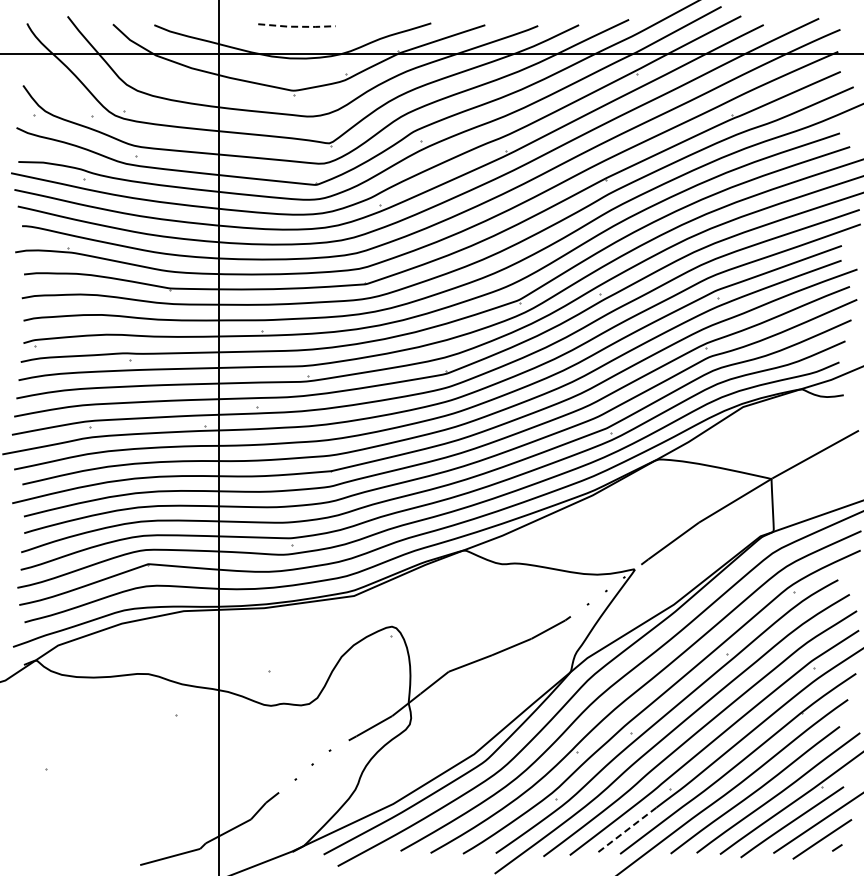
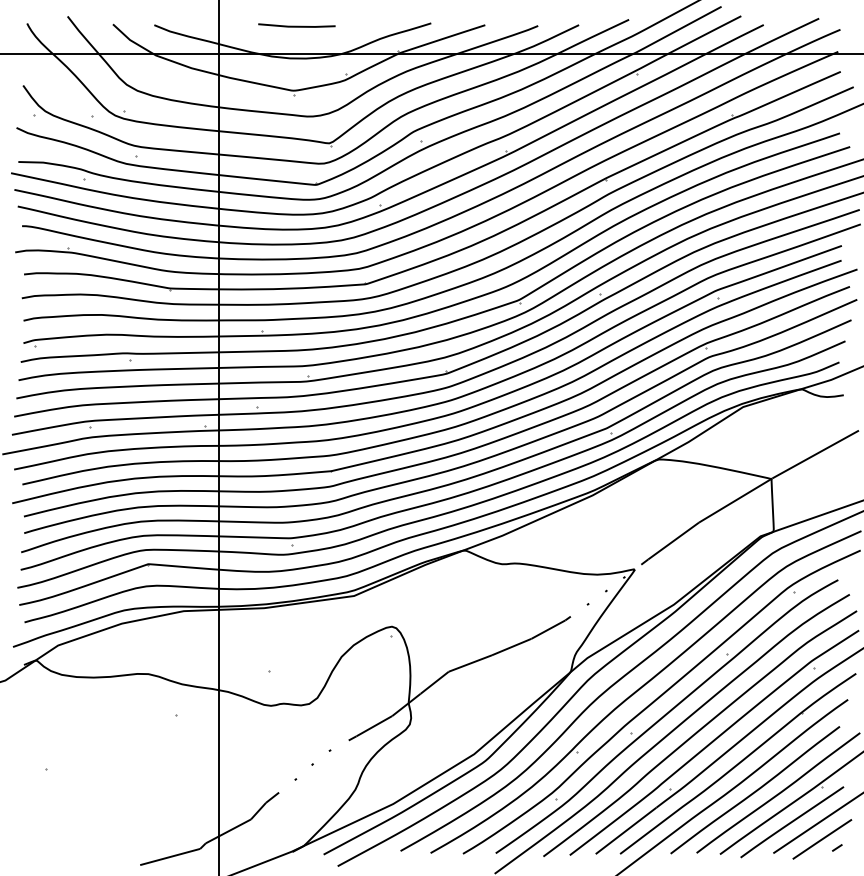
line at (297, 26): dashed -> solid
line at (626, 830): dashed -> solid
